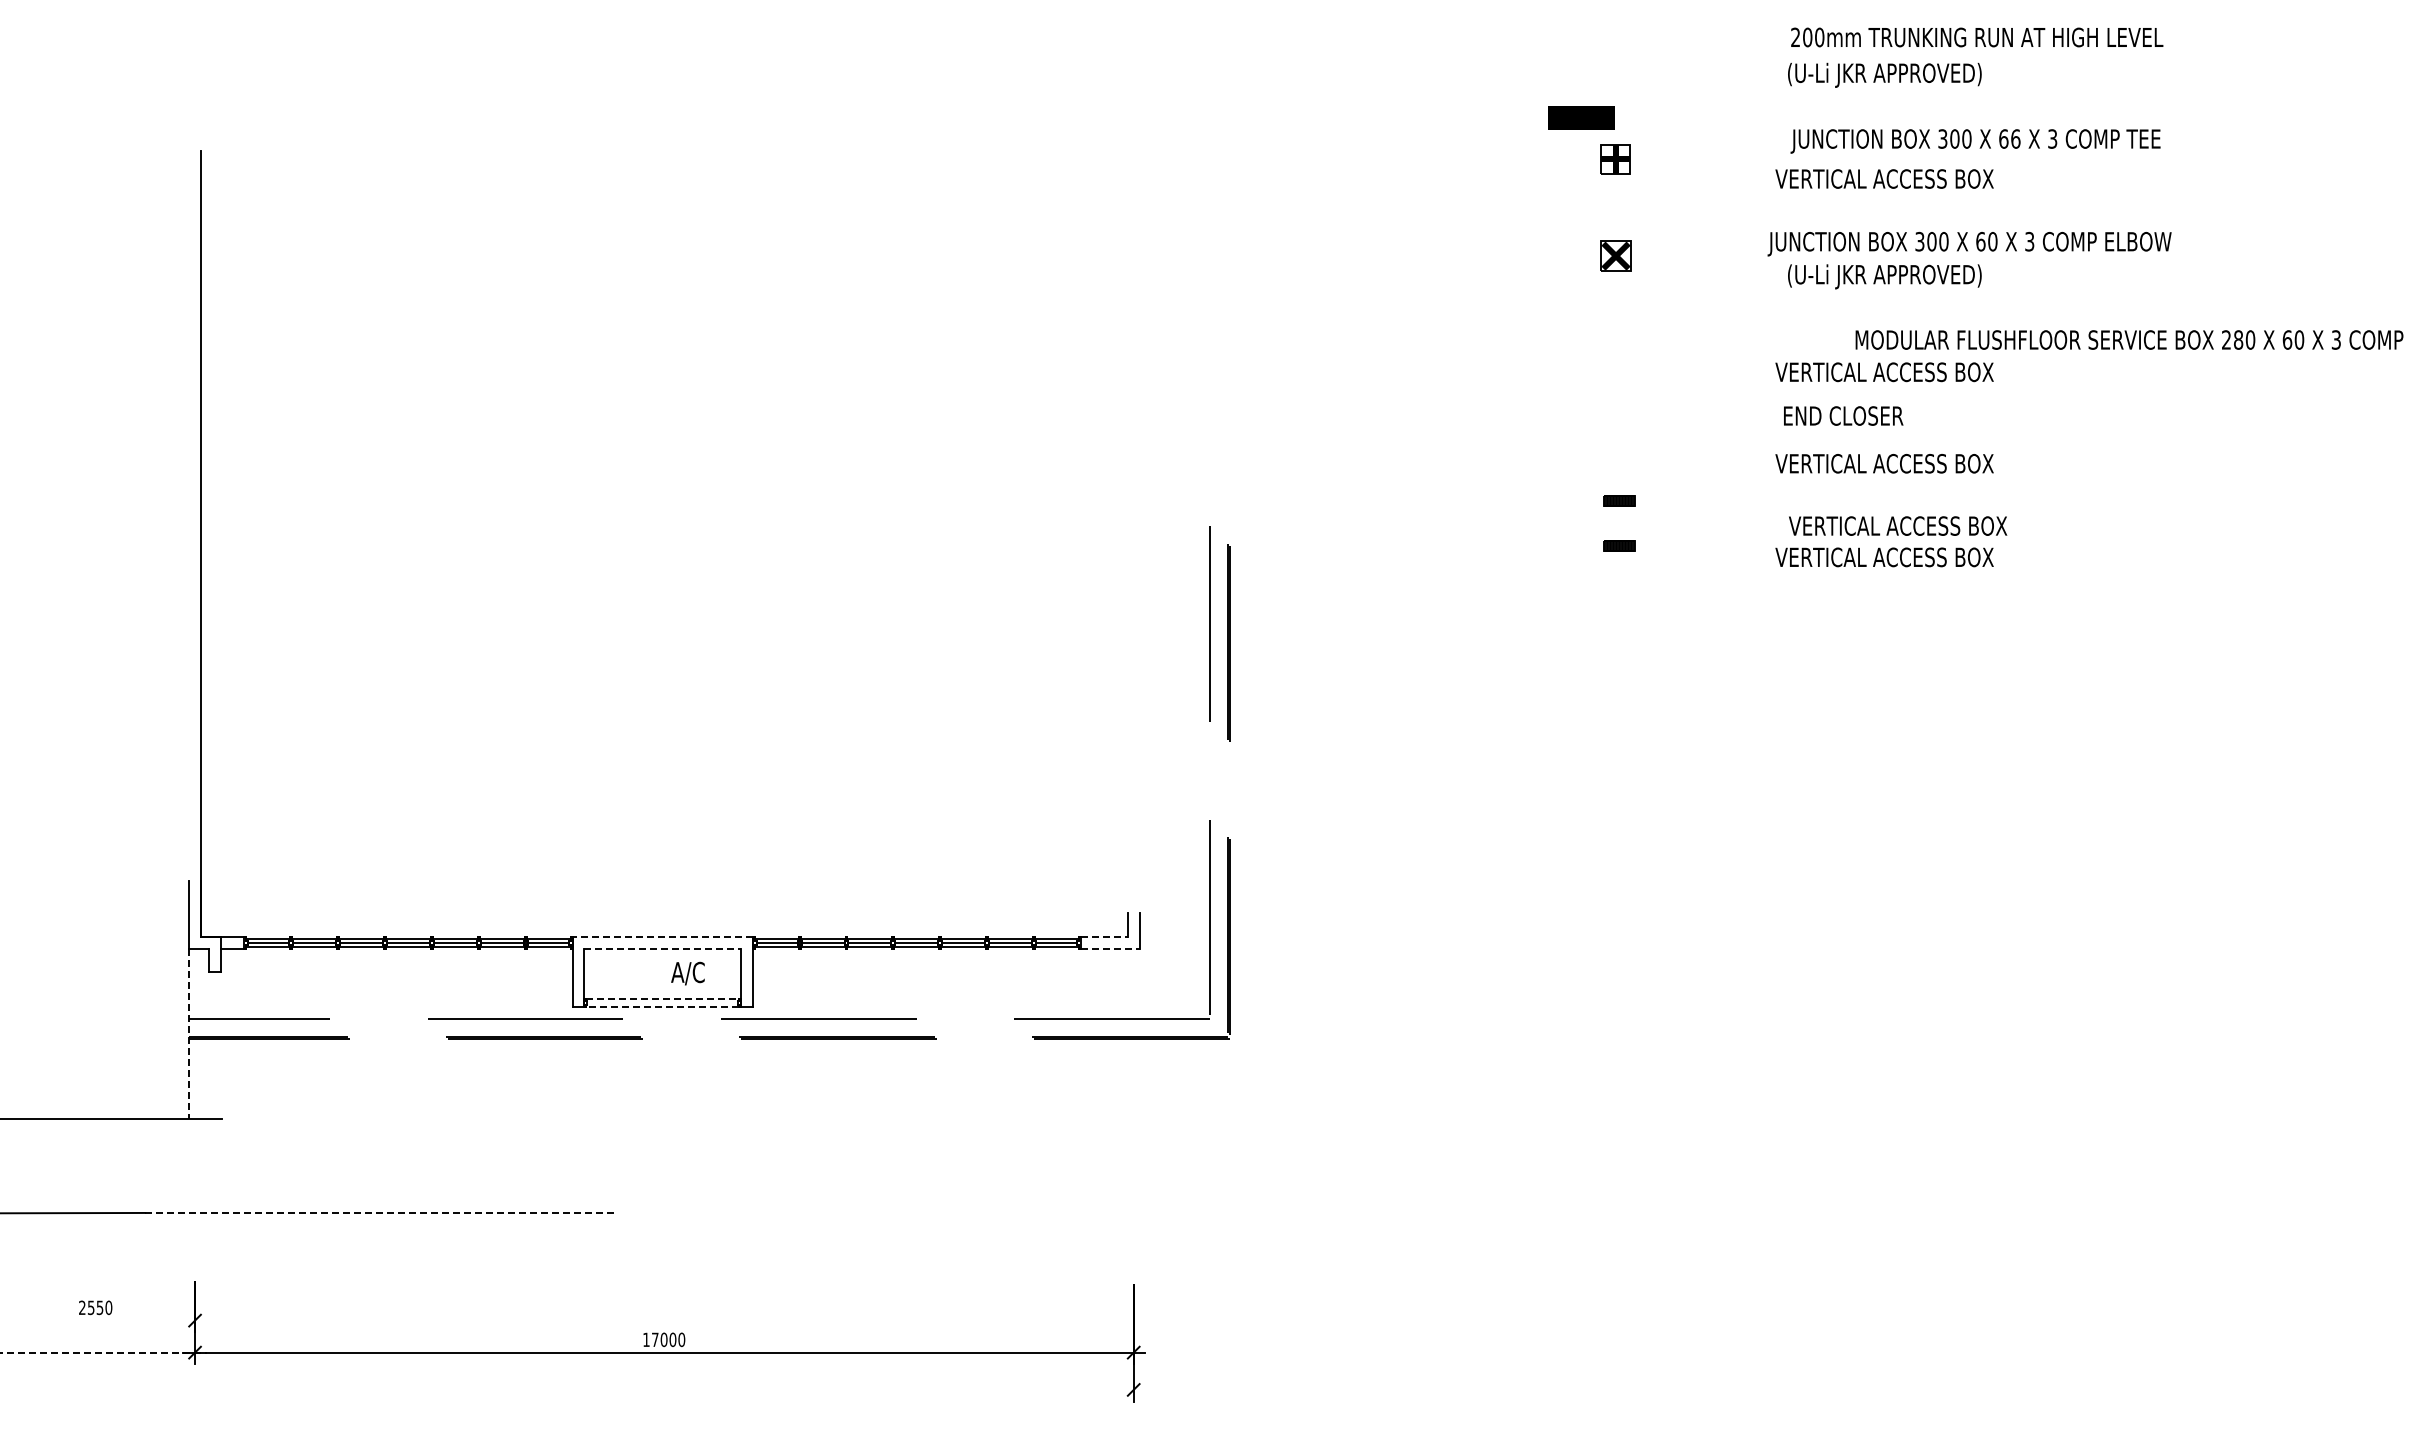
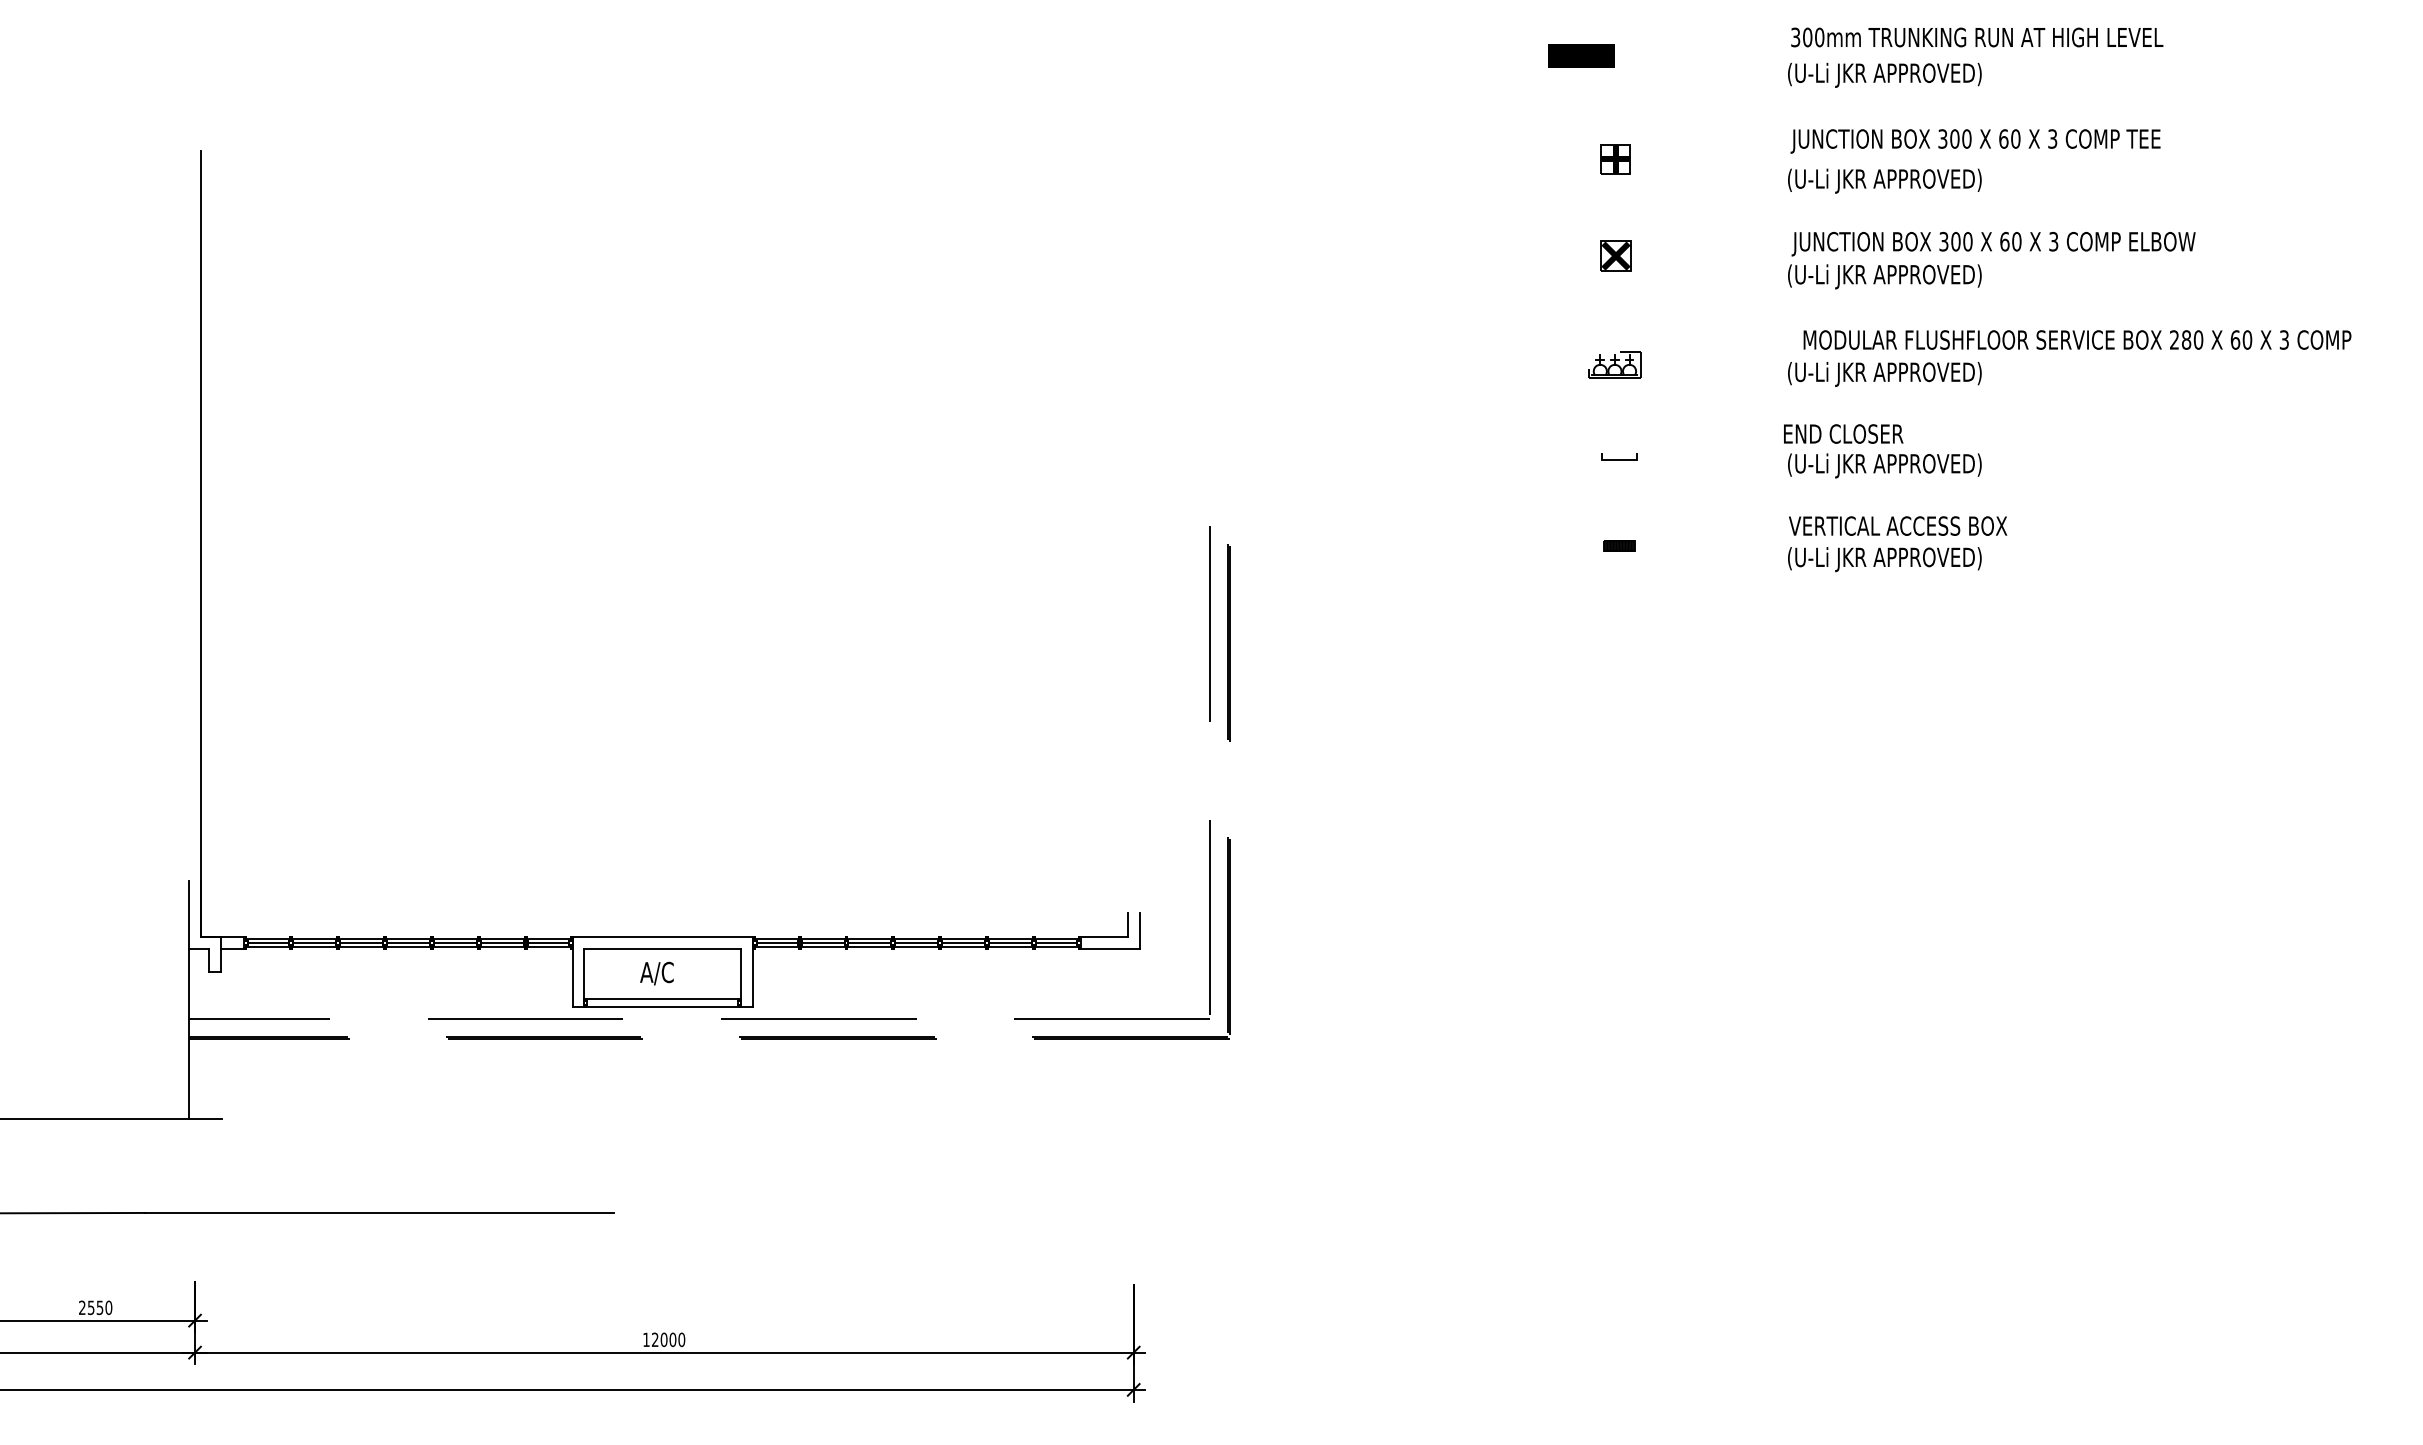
text at (1795, 37): 200mm -> 300mm
line at (1581, 117) position: (1581, 117) -> (1581, 55)
text at (2015, 138): 66 -> 60
text at (1884, 180): VERTICAL ACCESS BOX -> (U-Li JKR APPROVED)
text at (1969, 243) position: (1969, 243) -> (1993, 243)
text at (2129, 339) position: (2129, 339) -> (2077, 339)
part at (1614, 364): none -> present
text at (1884, 373): VERTICAL ACCESS BOX -> (U-Li JKR APPROVED)
text at (1843, 415) position: (1843, 415) -> (1843, 433)
part at (1619, 456): none -> present
text at (1884, 465): VERTICAL ACCESS BOX -> (U-Li JKR APPROVED)
part at (1619, 500): present -> none
text at (1884, 559): VERTICAL ACCESS BOX -> (U-Li JKR APPROVED)
line at (662, 936): dashed -> solid
line at (1105, 936): dashed -> solid
line at (663, 948): dashed -> solid
line at (1110, 948): dashed -> solid
text at (687, 973) position: (687, 973) -> (656, 973)
line at (663, 999): dashed -> solid
line at (662, 1007): dashed -> solid
line at (189, 1034): dashed -> solid
line at (379, 1212): dashed -> solid
line at (104, 1320): none -> present
text at (655, 1339): 17000 -> 12000
line at (103, 1352): dashed -> solid
line at (573, 1389): none -> present
